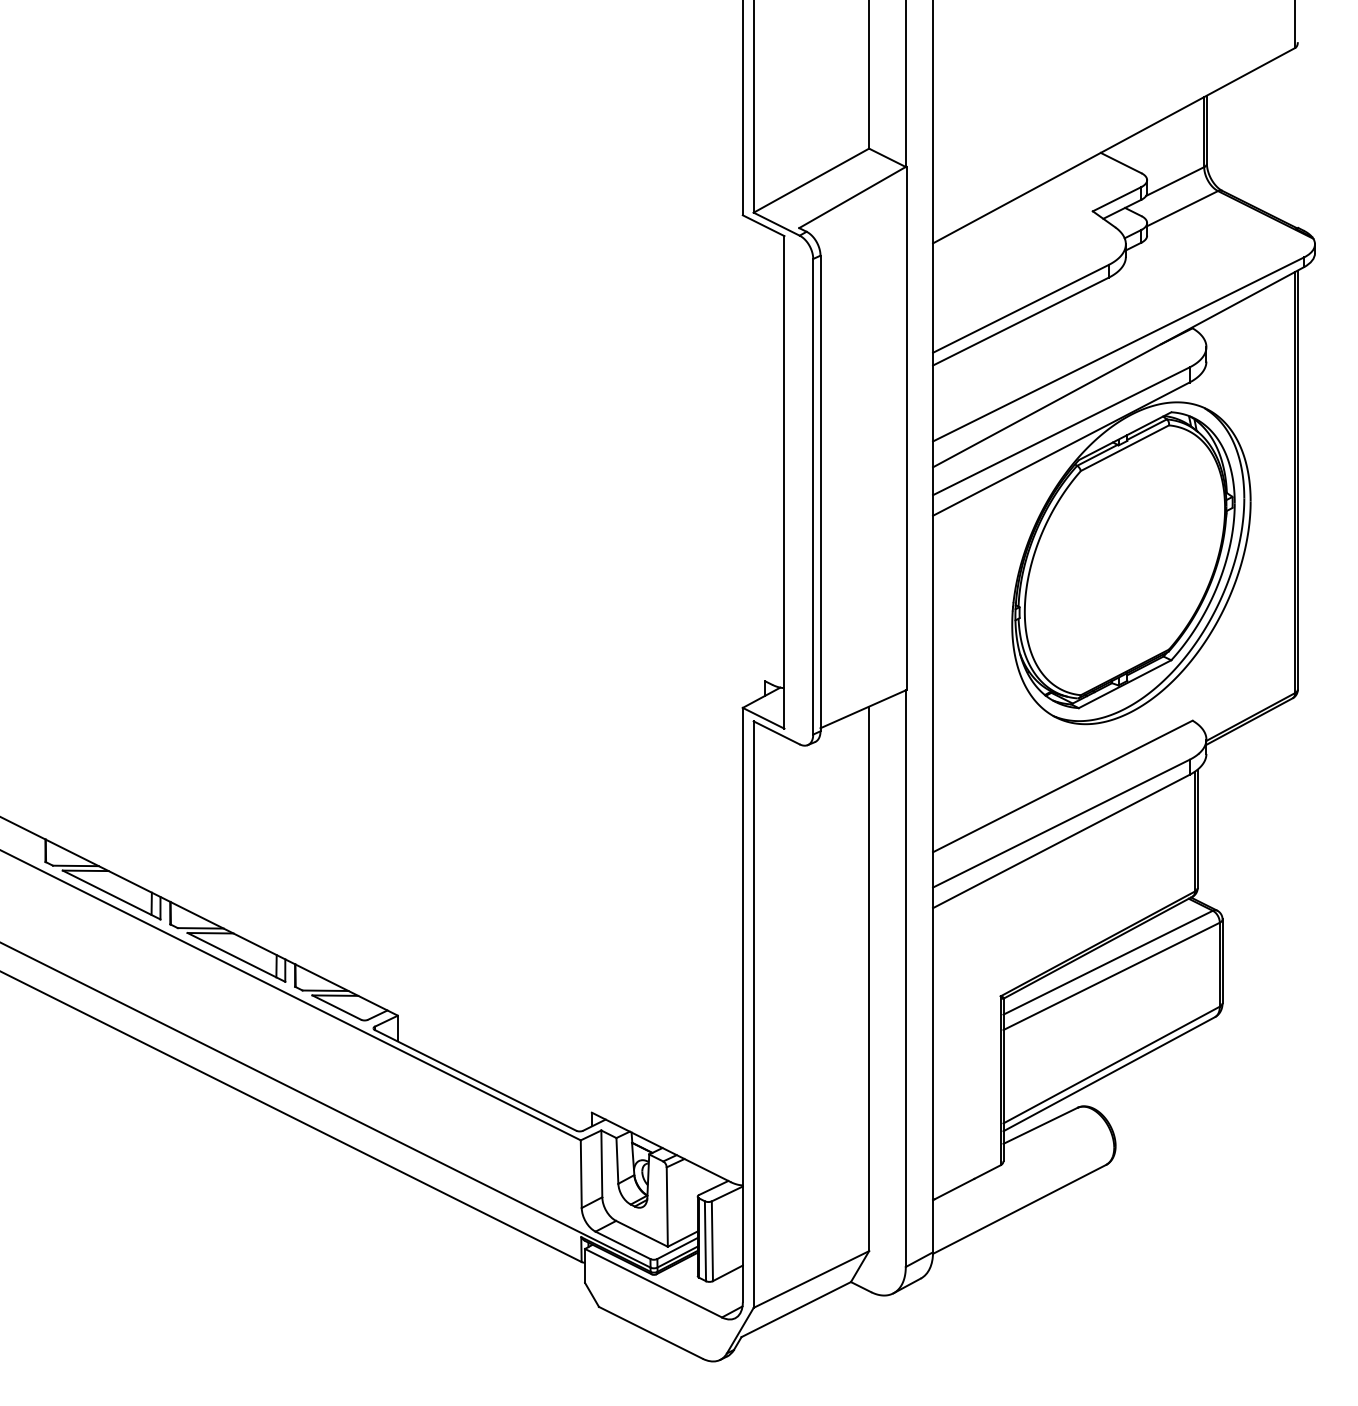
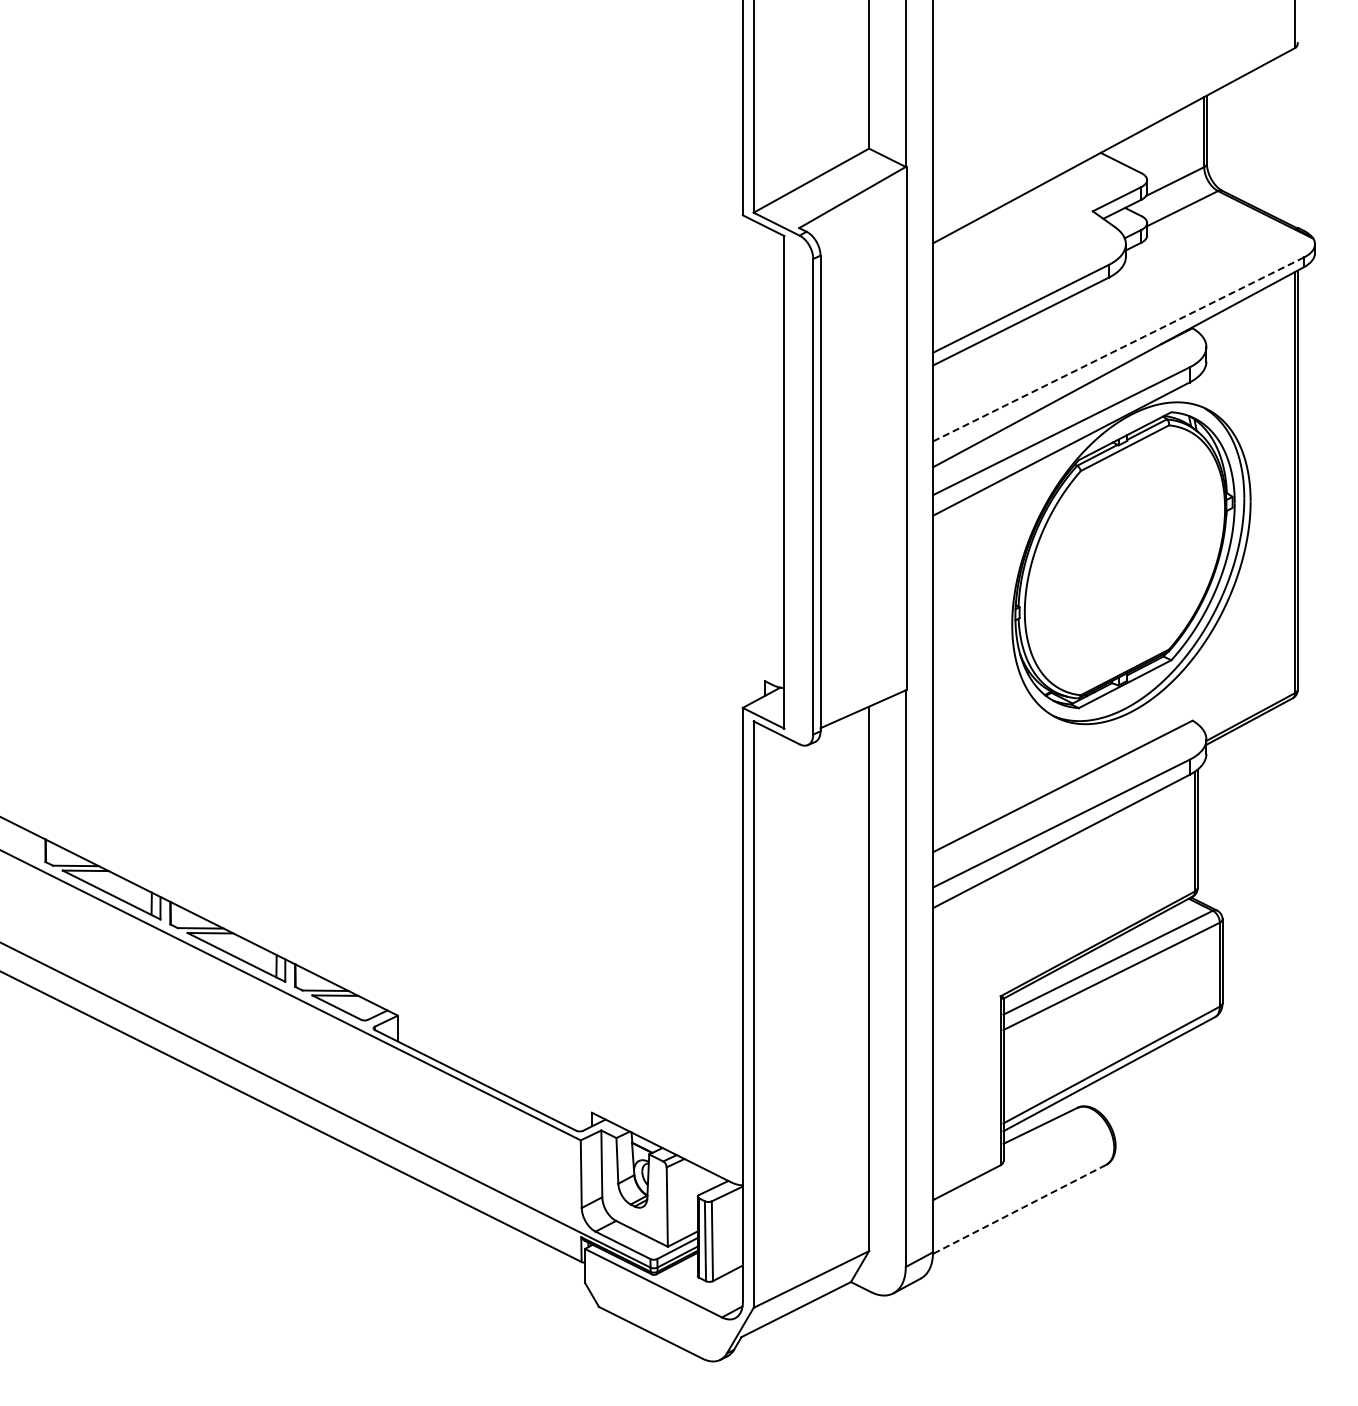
line at (1118, 349): solid -> dashed
line at (1019, 1209): solid -> dashed
